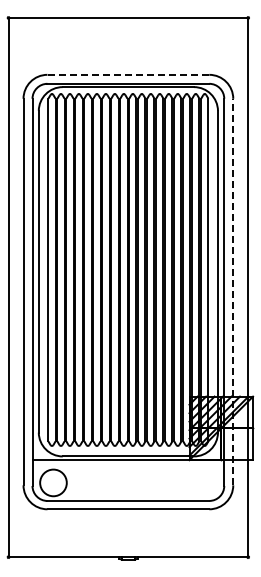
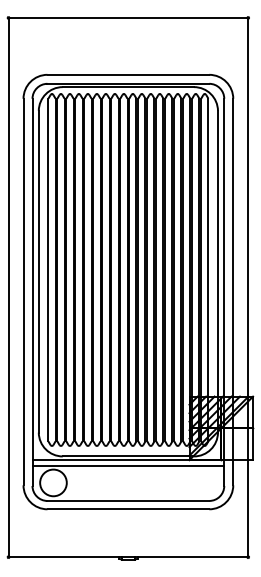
line at (128, 74): dashed -> solid
line at (233, 291): dashed -> solid
line at (128, 466): none -> present
